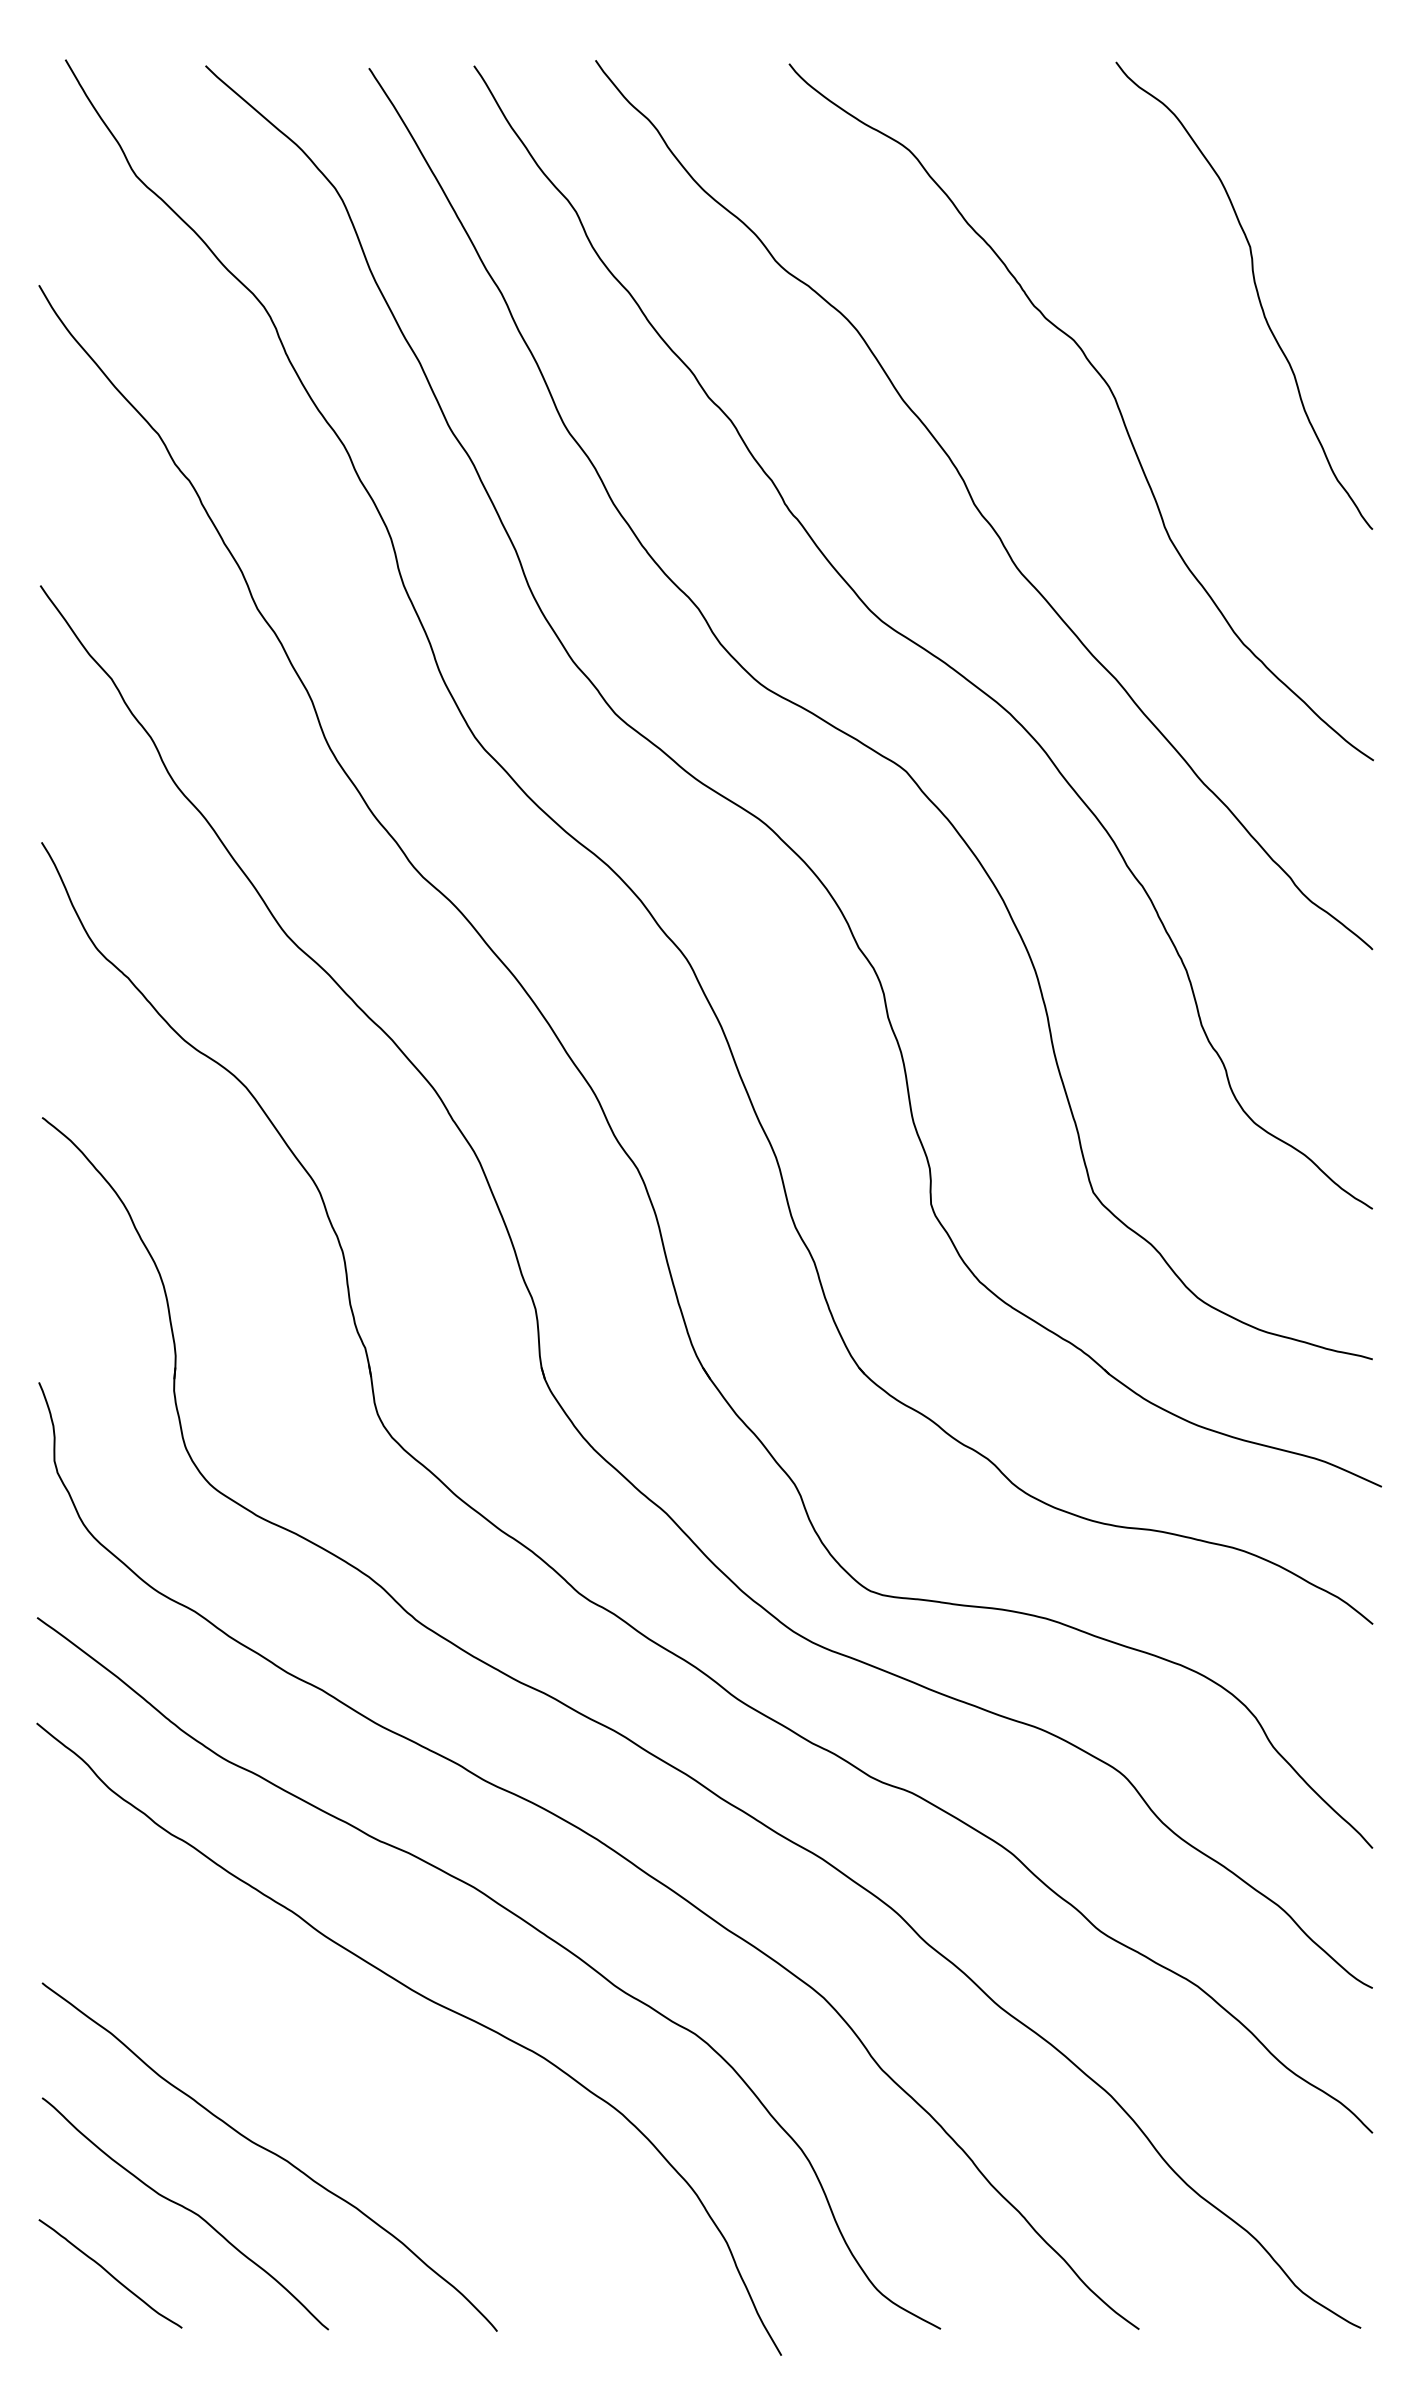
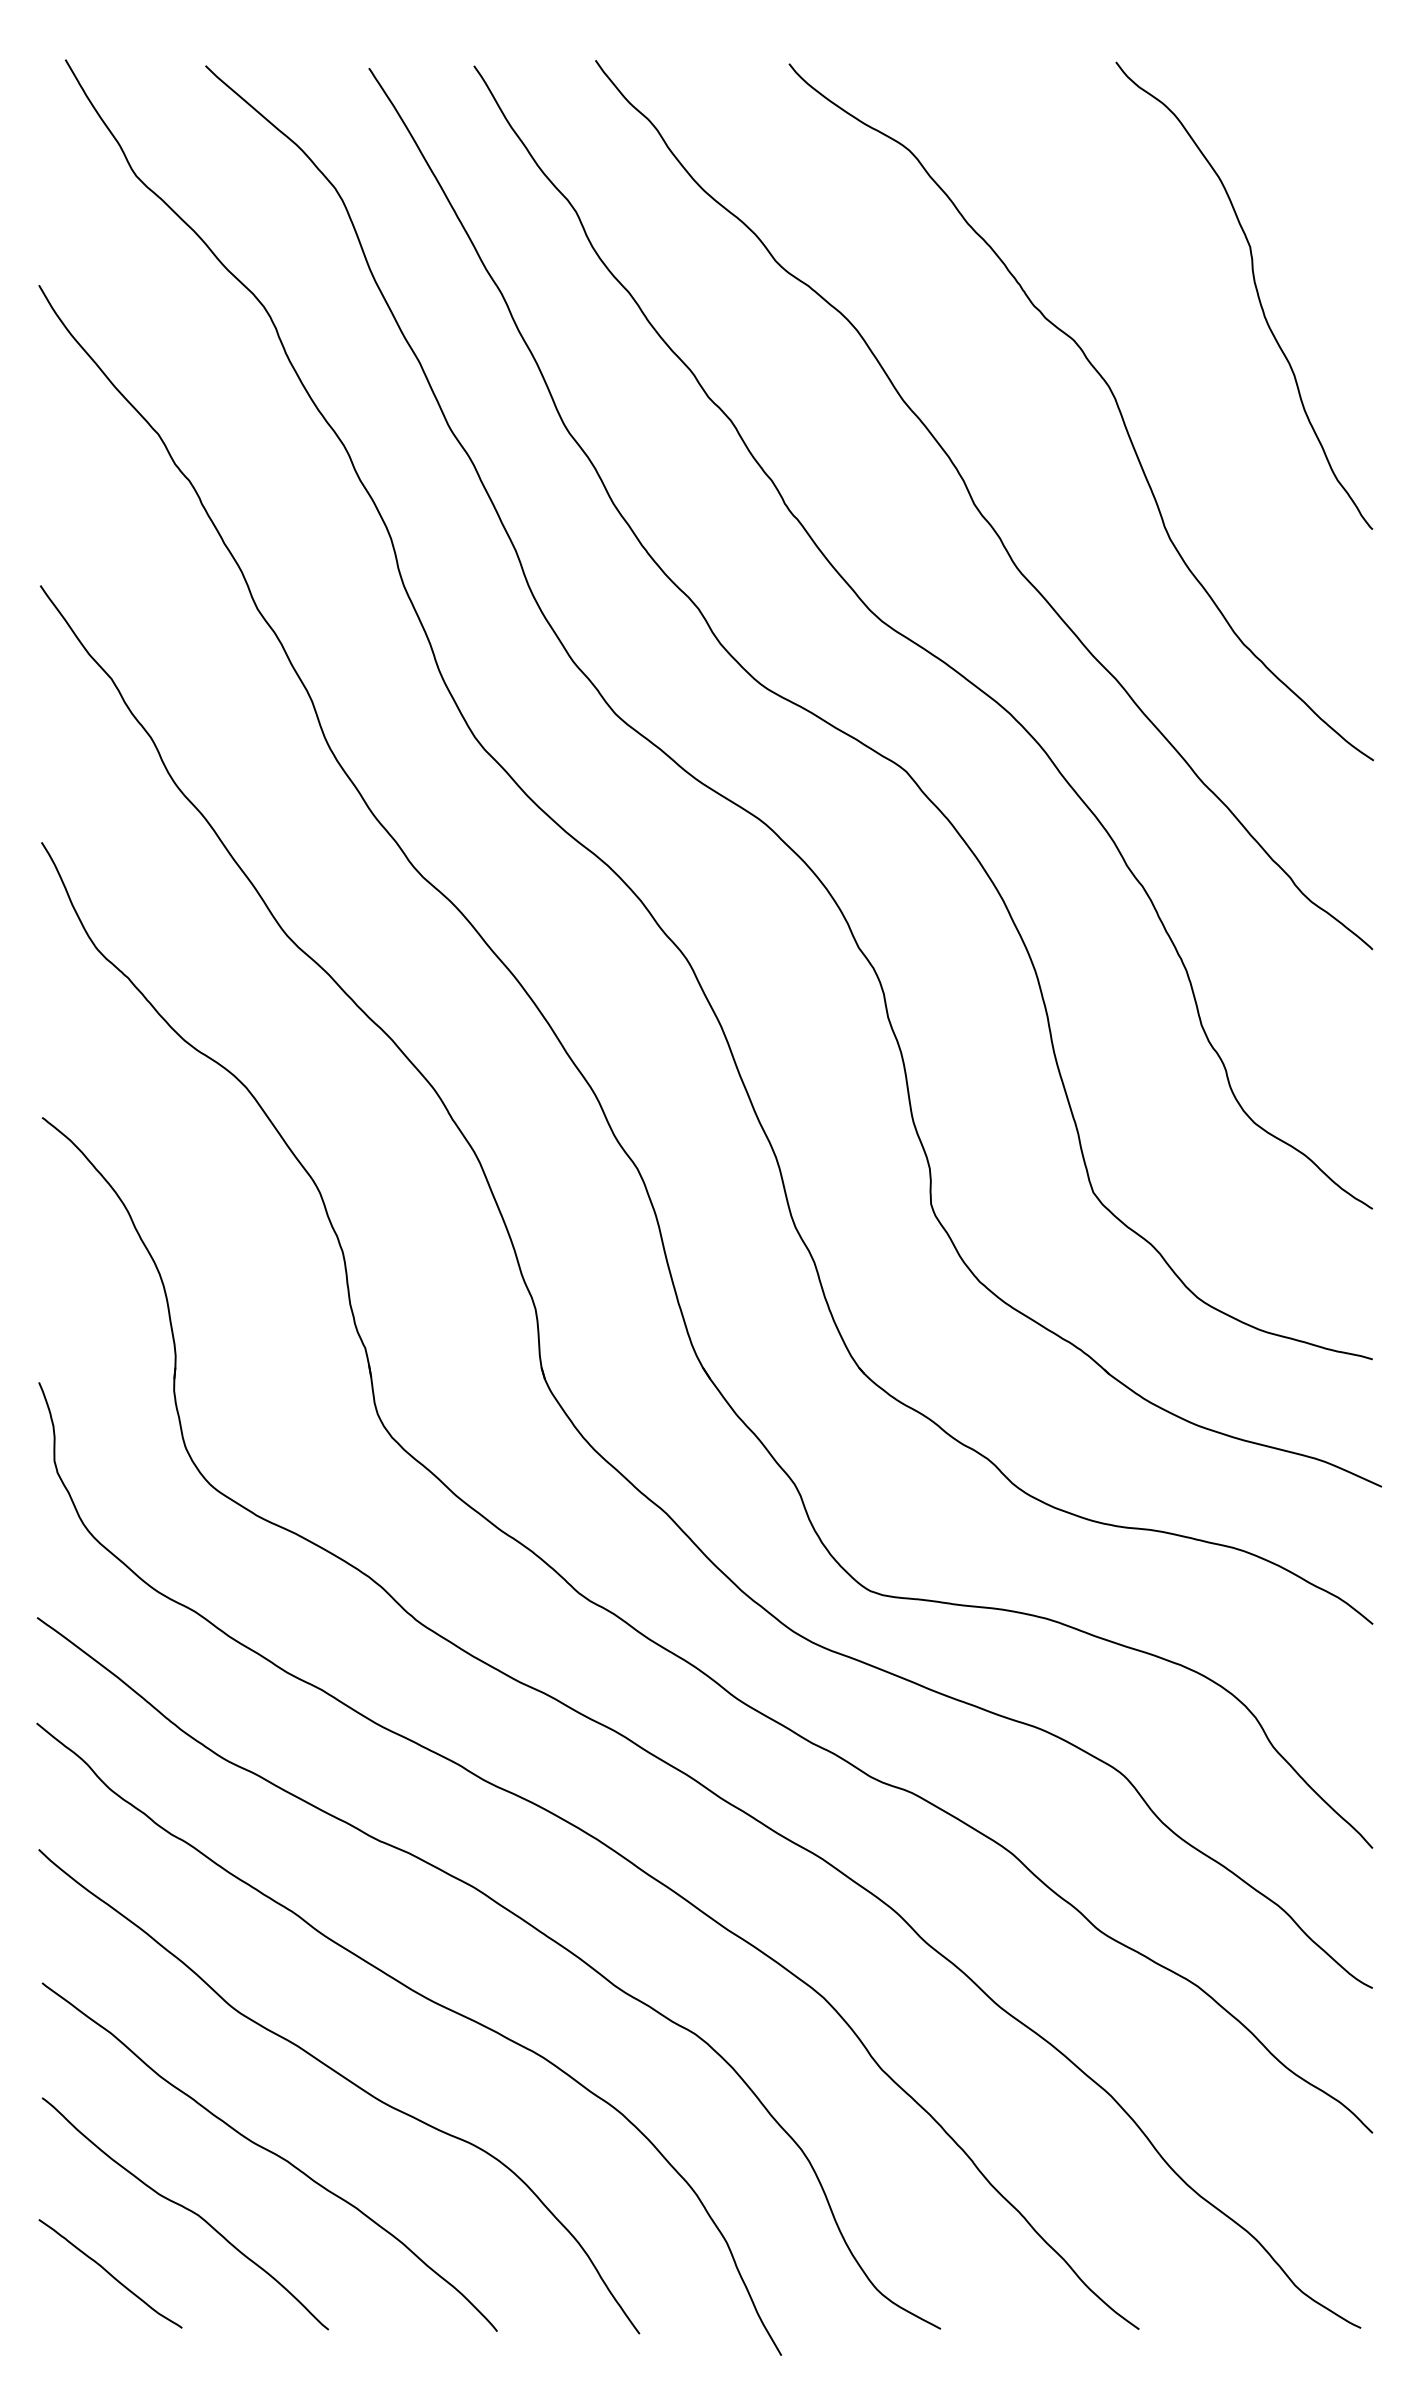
curve at (346, 2080): none -> present
